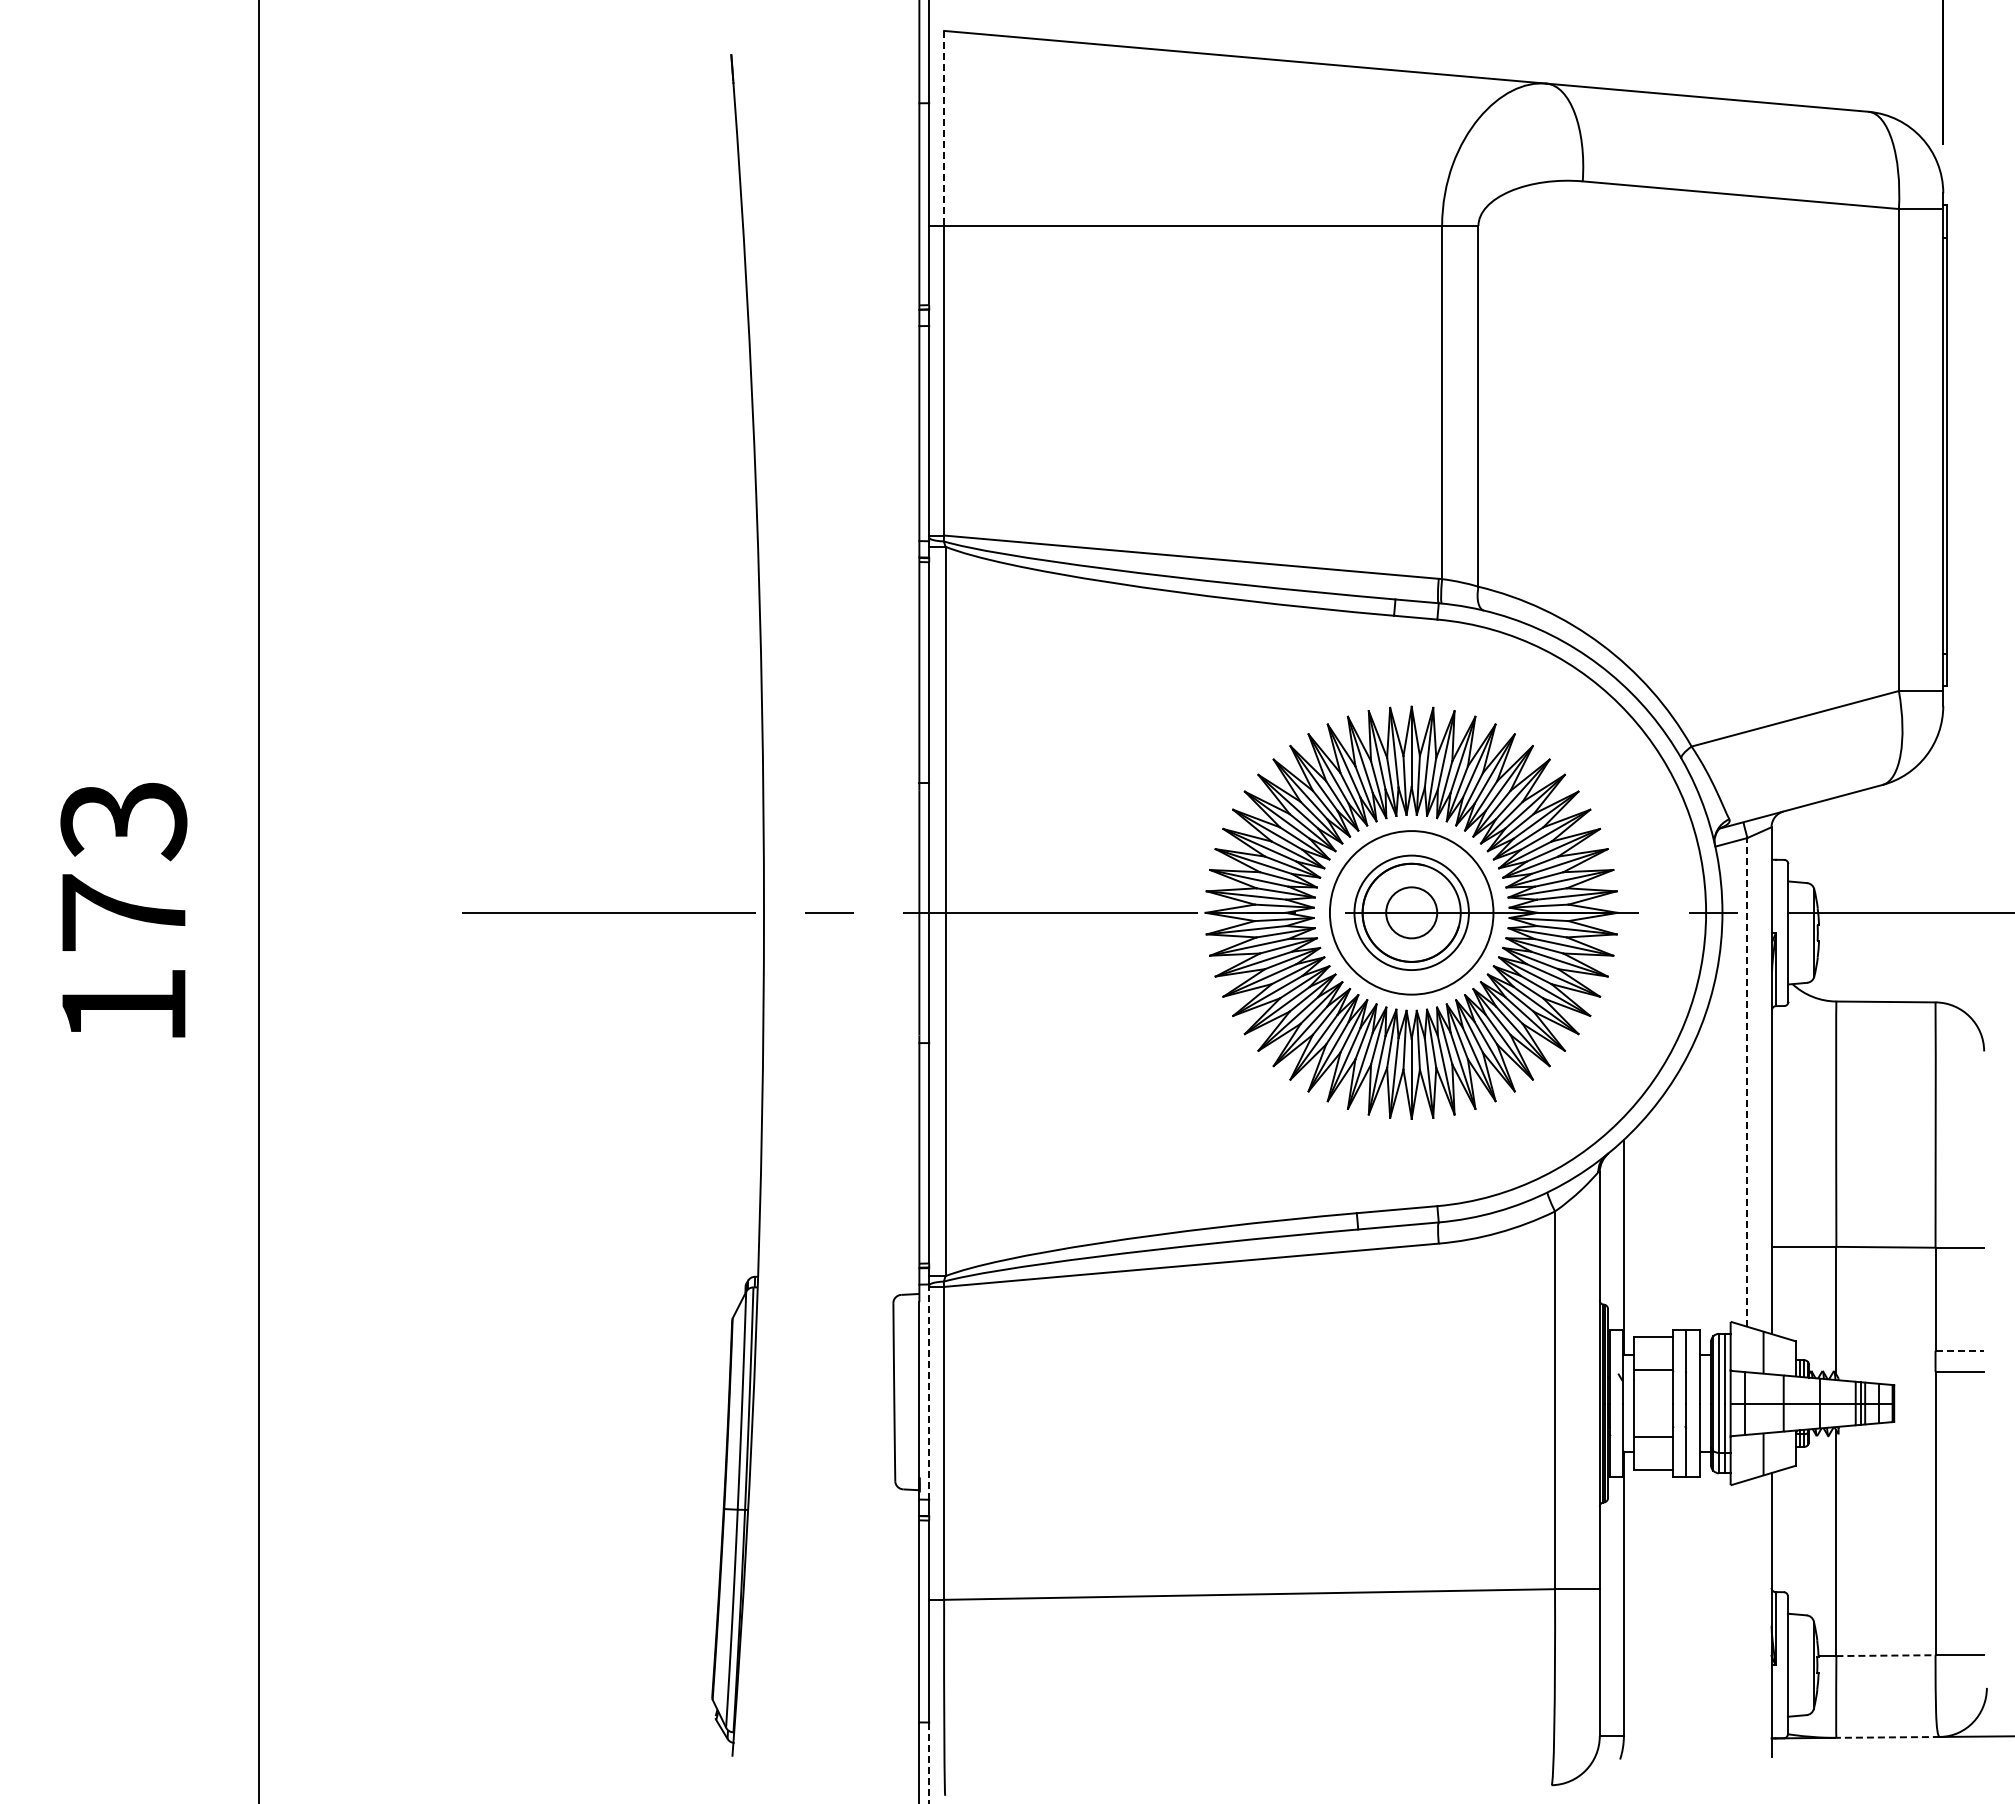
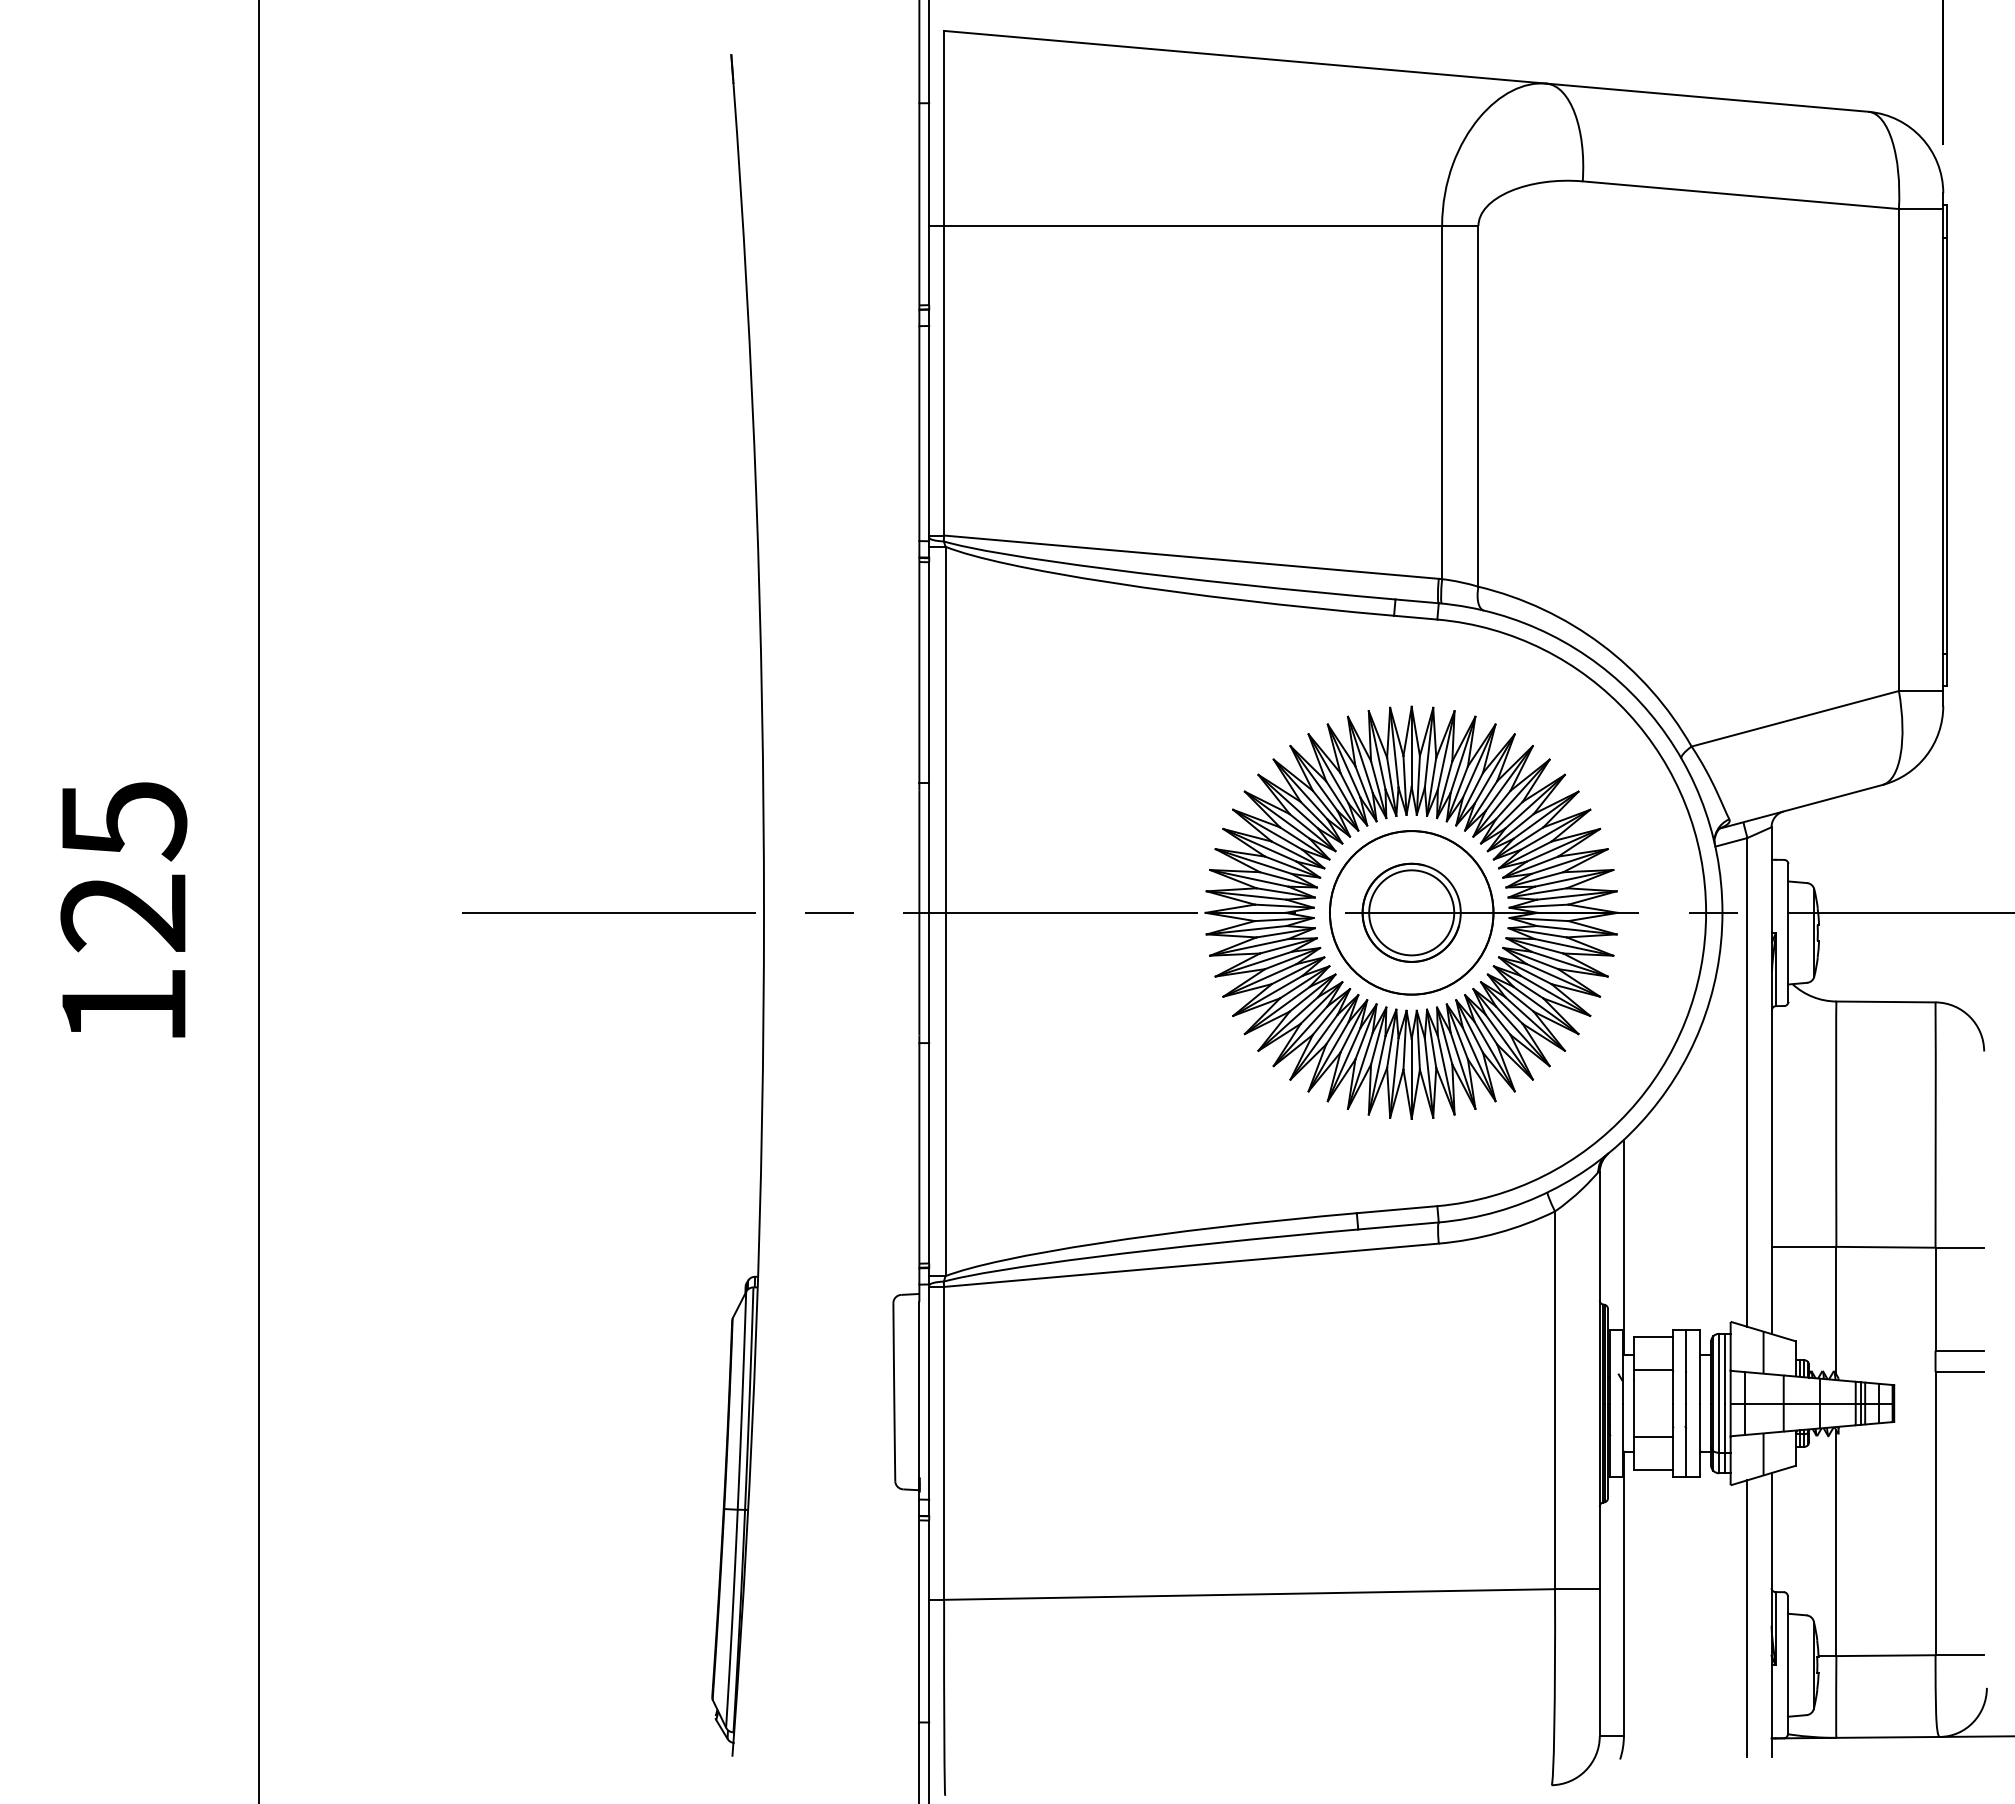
line at (944, 128): dashed -> solid
text at (123, 867): 173 -> 125
circle at (1411, 912) diameter: 114 px -> 164 px
circle at (1411, 912) diameter: 51 px -> 85 px
line at (1747, 1081): dashed -> solid
line at (1960, 1350): dashed -> solid
line at (929, 1392): dashed -> solid
line at (1747, 1618): none -> present
line at (1885, 1655): dashed -> solid
line at (1888, 1737): dashed -> solid
line at (929, 1763): dashed -> solid
